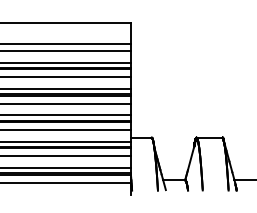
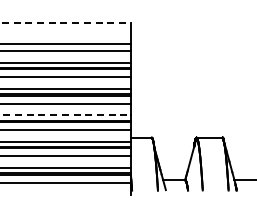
line at (66, 22): solid -> dashed
line at (66, 115): solid -> dashed
